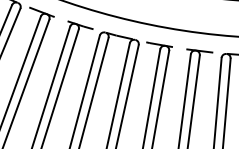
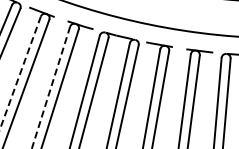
line at (20, 72): solid -> dashed
line at (51, 87): solid -> dashed
